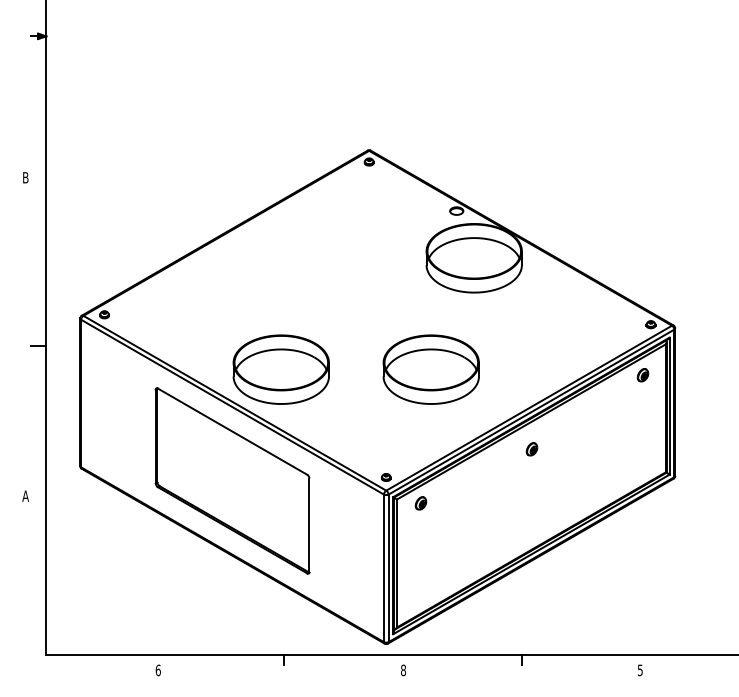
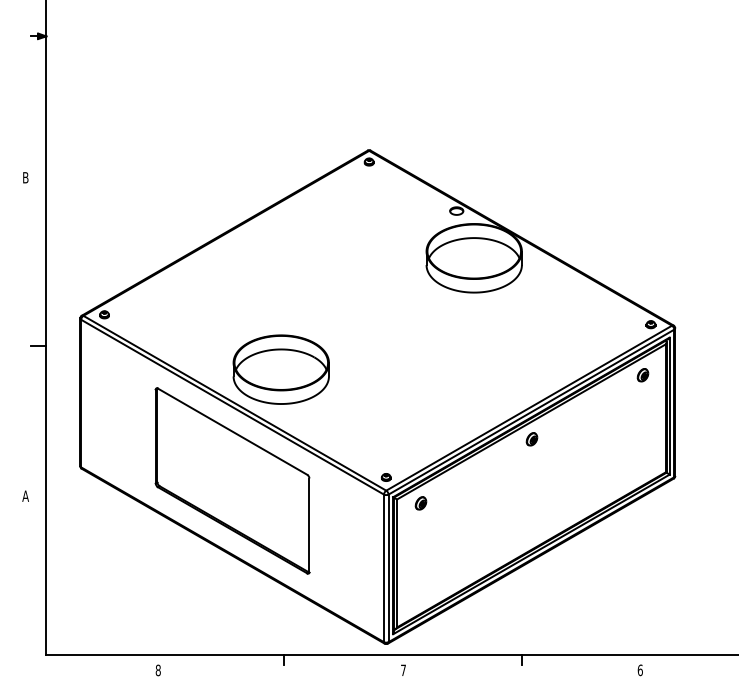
part at (430, 369): present -> none
part at (531, 449) position: (531, 449) -> (531, 439)
text at (157, 669): 6 -> 8
text at (403, 670): 8 -> 7
text at (639, 670): 5 -> 6
